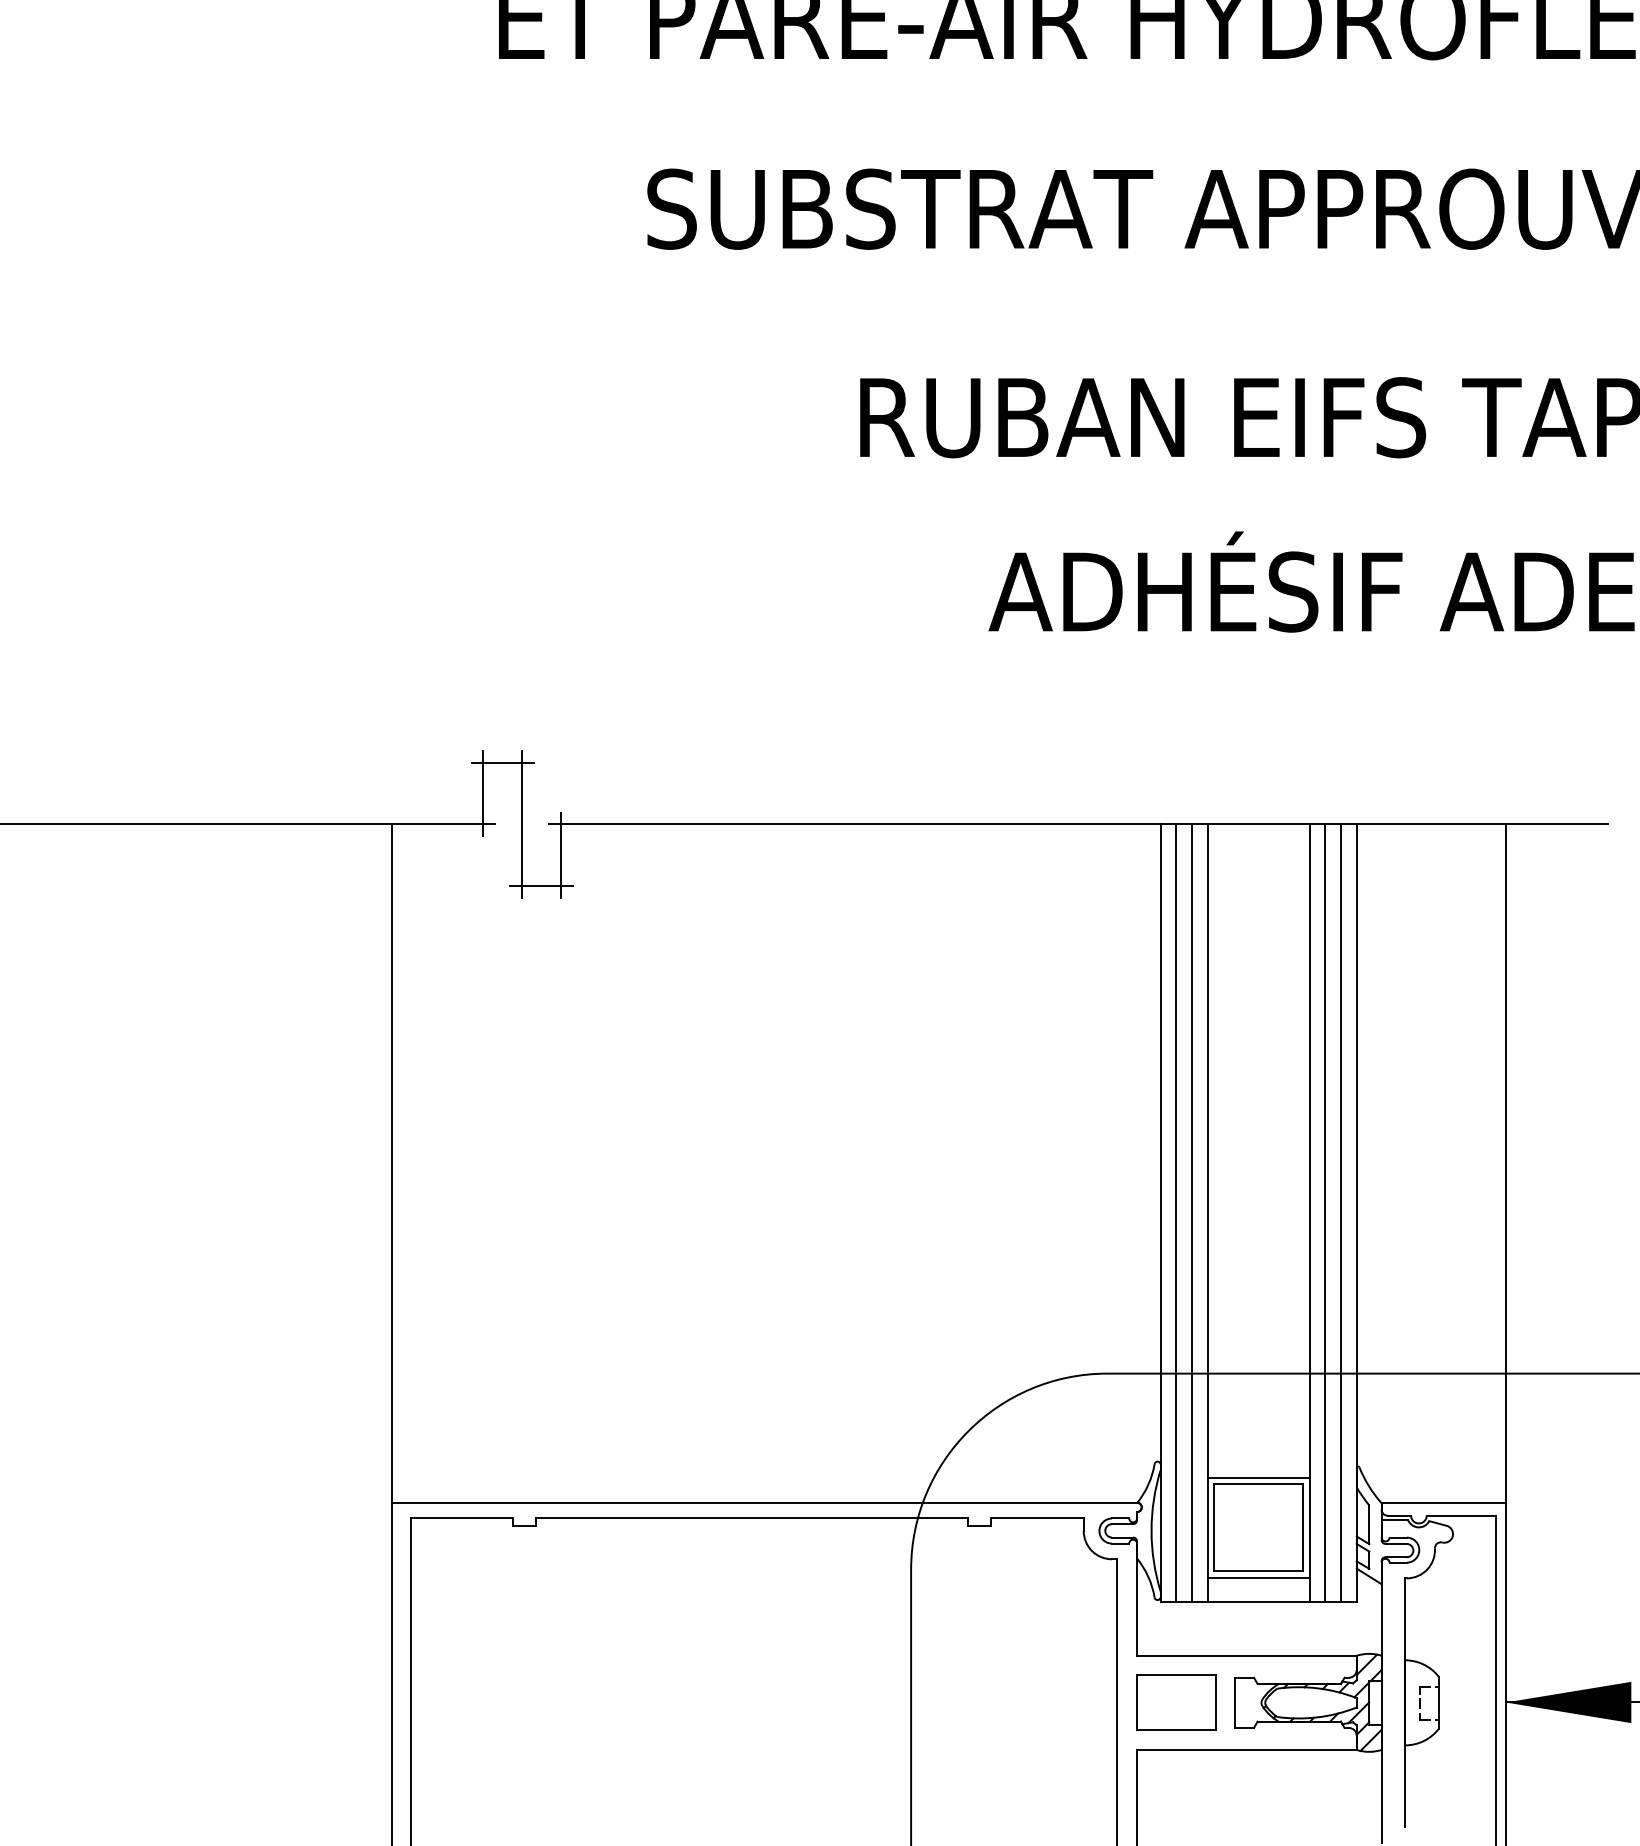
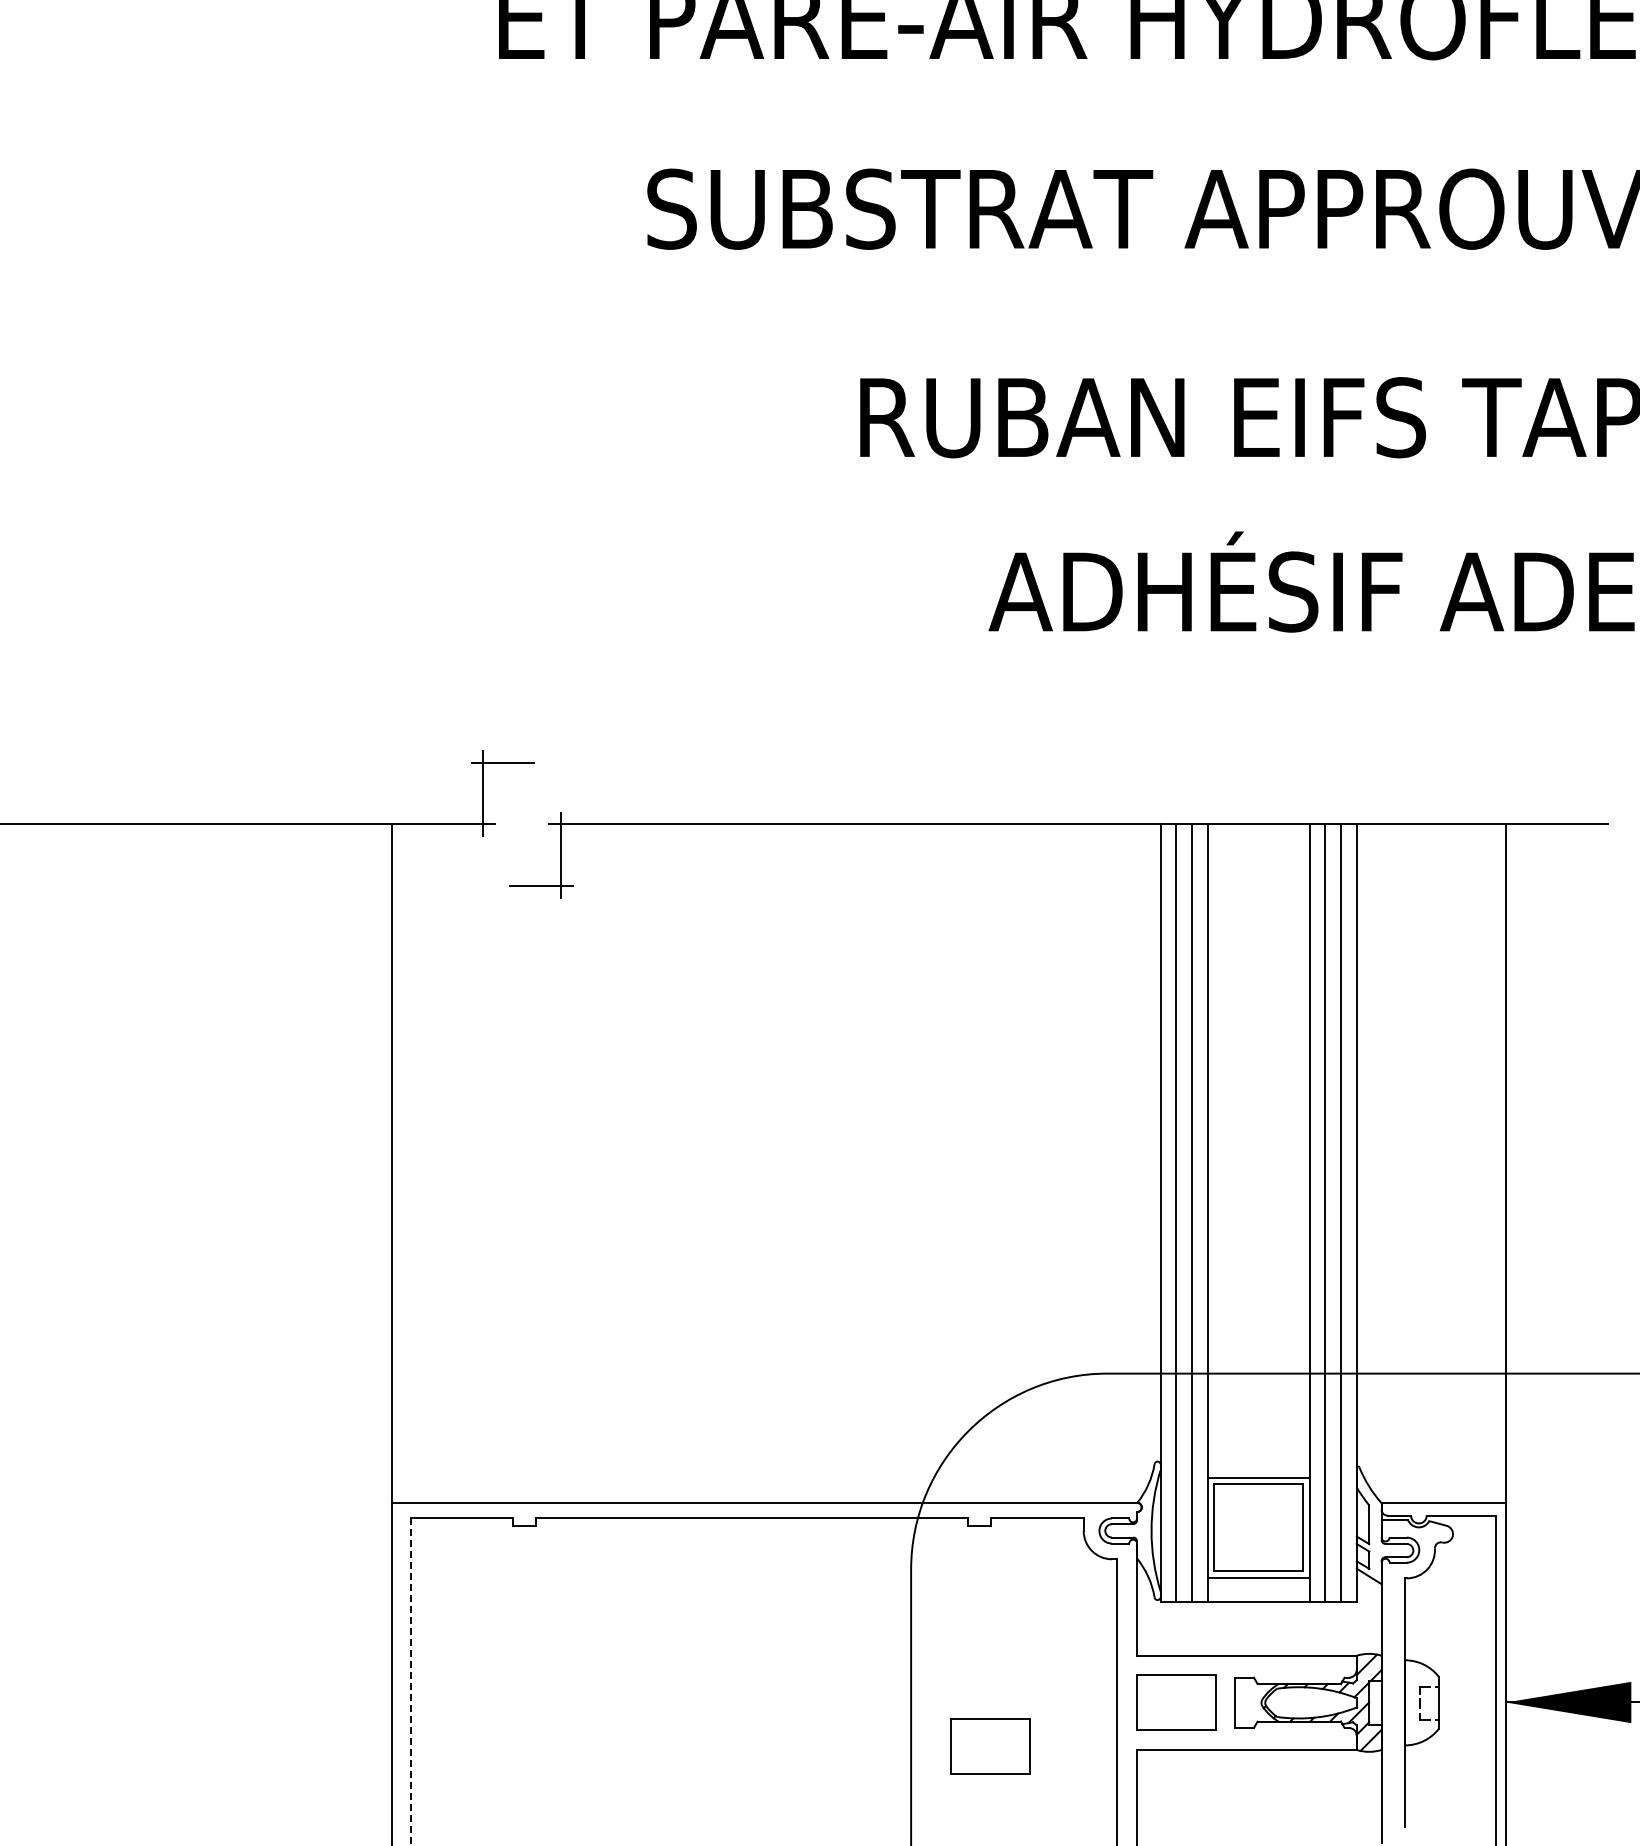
line at (522, 823): present -> none
line at (411, 1682): solid -> dashed
part at (990, 1746): none -> present
